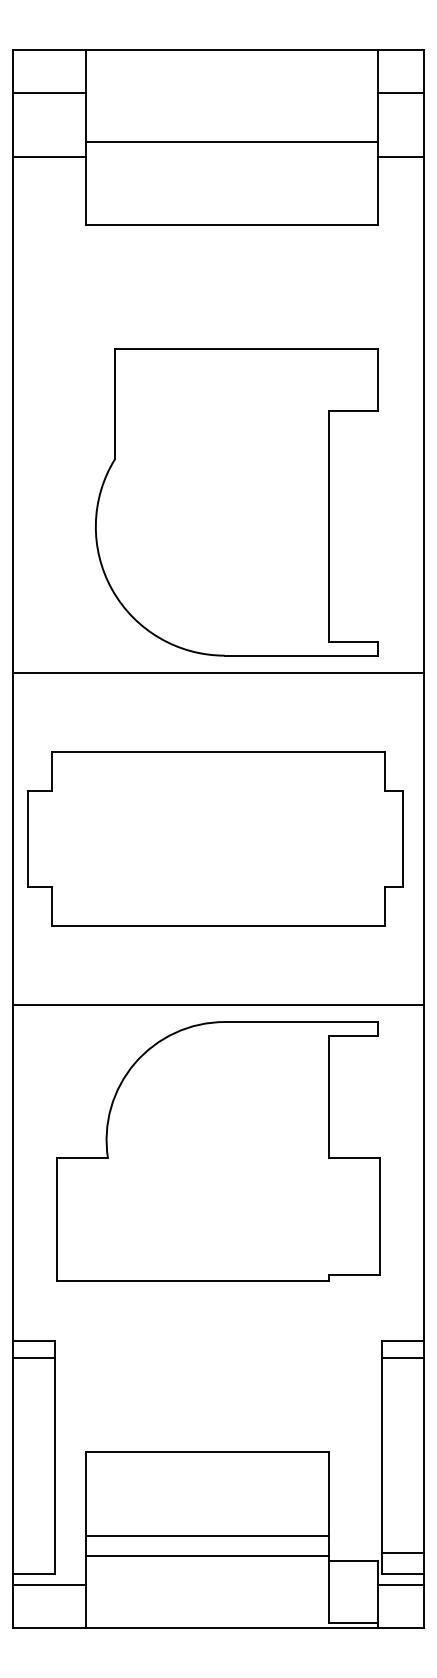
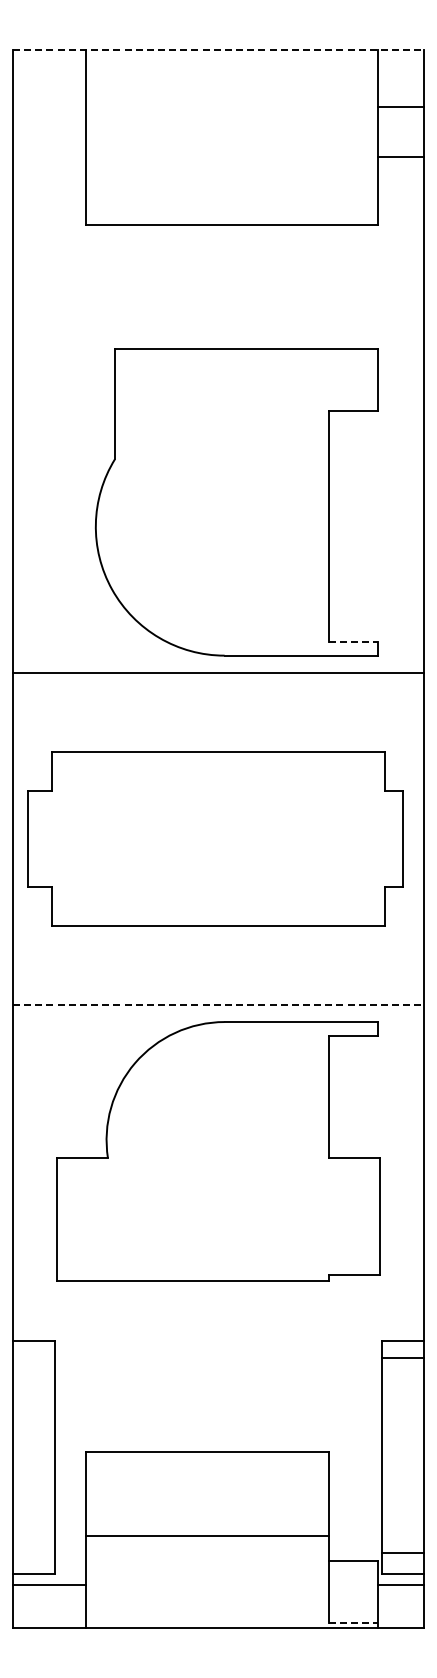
line at (218, 50): solid -> dashed
line at (49, 93): present -> none
line at (400, 93) position: (400, 93) -> (400, 107)
line at (231, 142): present -> none
line at (49, 157): present -> none
line at (353, 641): solid -> dashed
line at (218, 1005): solid -> dashed
line at (33, 1357): present -> none
line at (206, 1556): present -> none
line at (353, 1623): solid -> dashed
